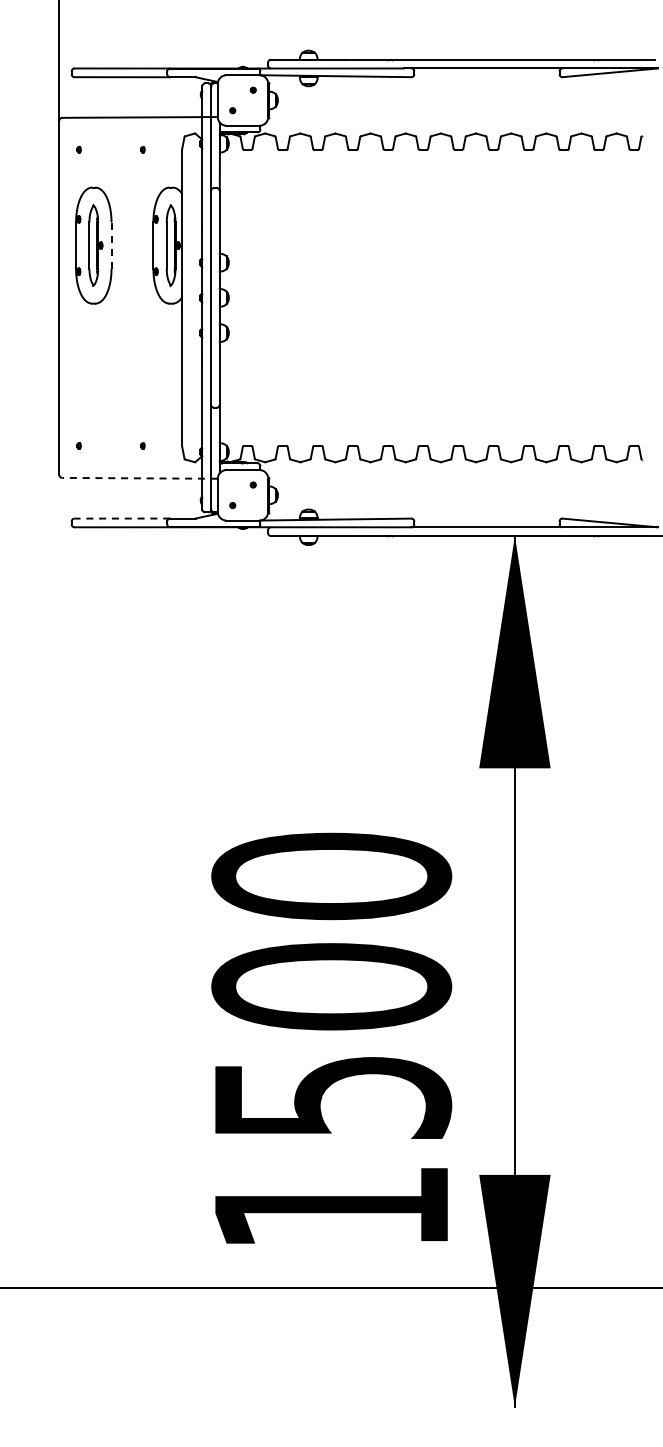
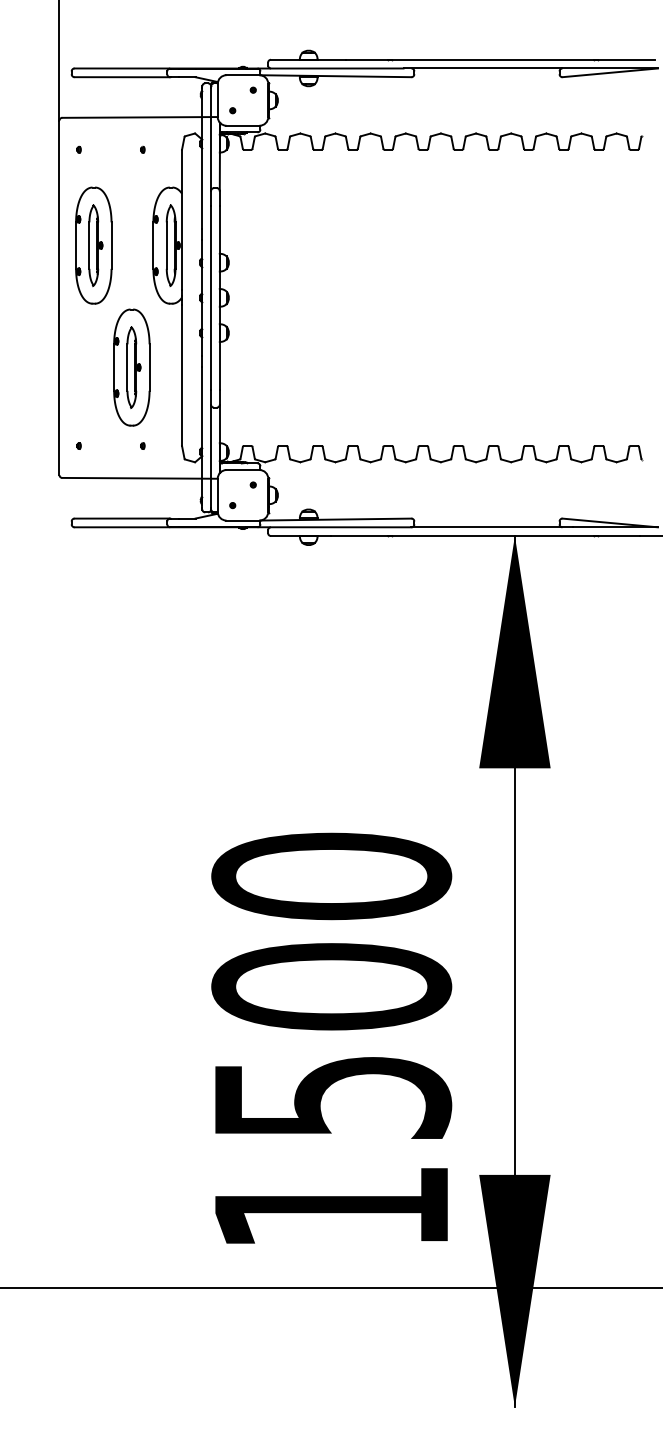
line at (111, 245): dashed -> solid
part at (131, 367): none -> present
line at (140, 478): dashed -> solid
line at (122, 518): dashed -> solid
